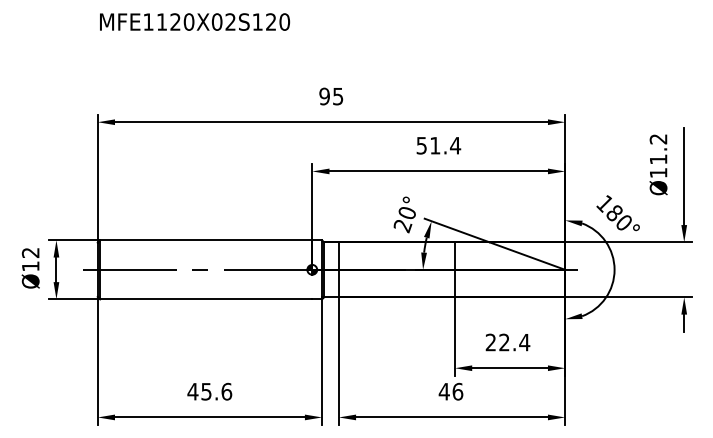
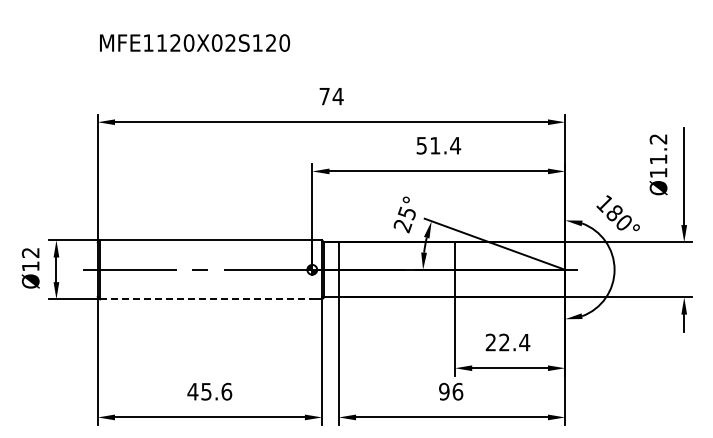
text at (195, 21) position: (195, 21) -> (195, 42)
text at (331, 96): 95 -> 74
text at (406, 213): 20° -> 25°
line at (206, 299): solid -> dashed
text at (443, 391): 46 -> 96
